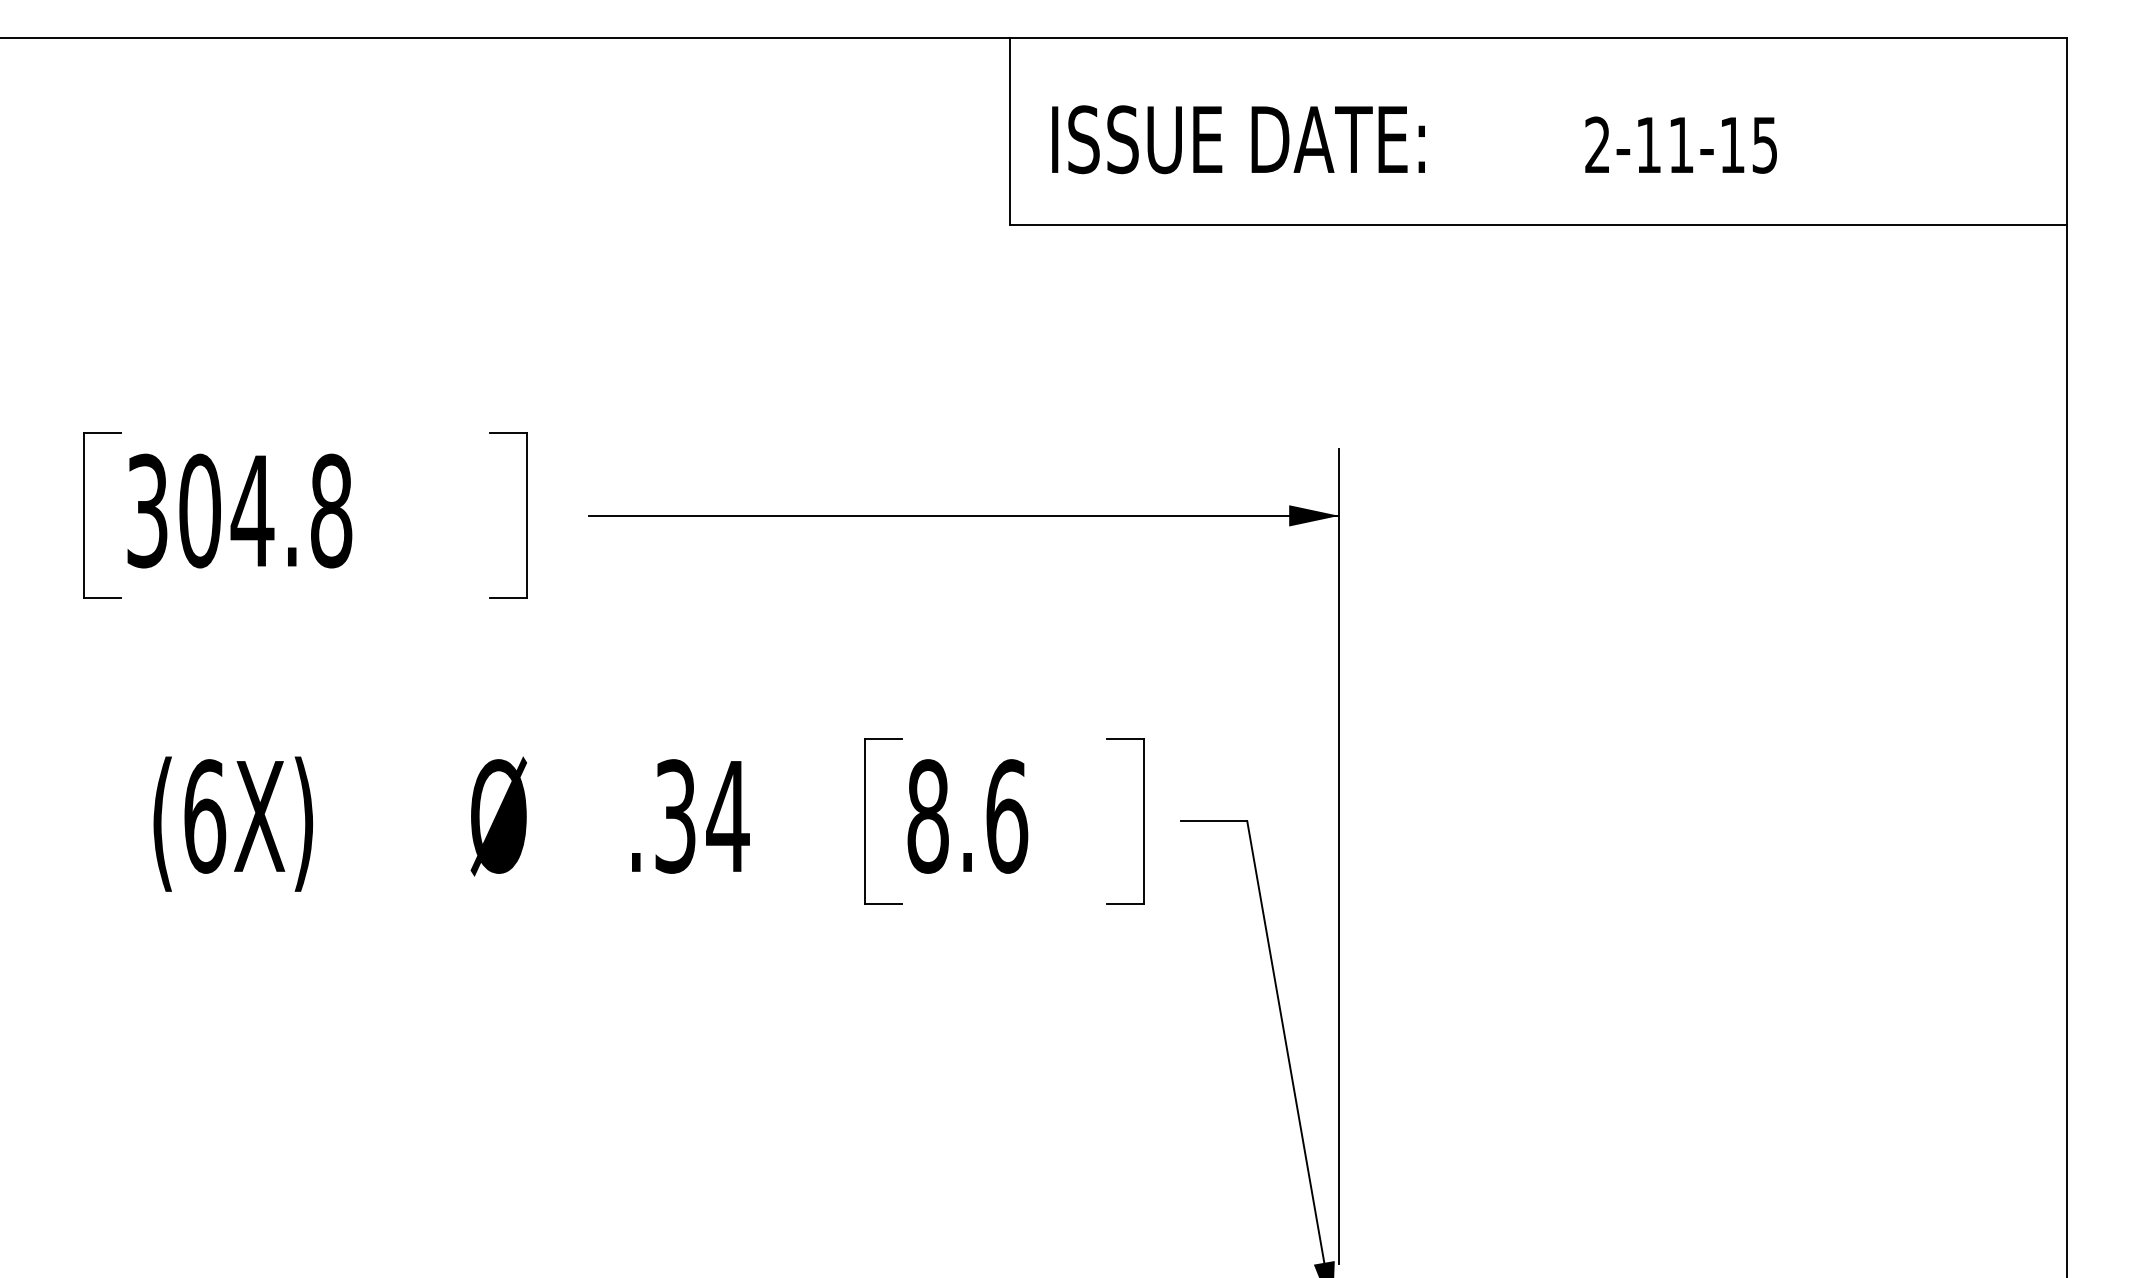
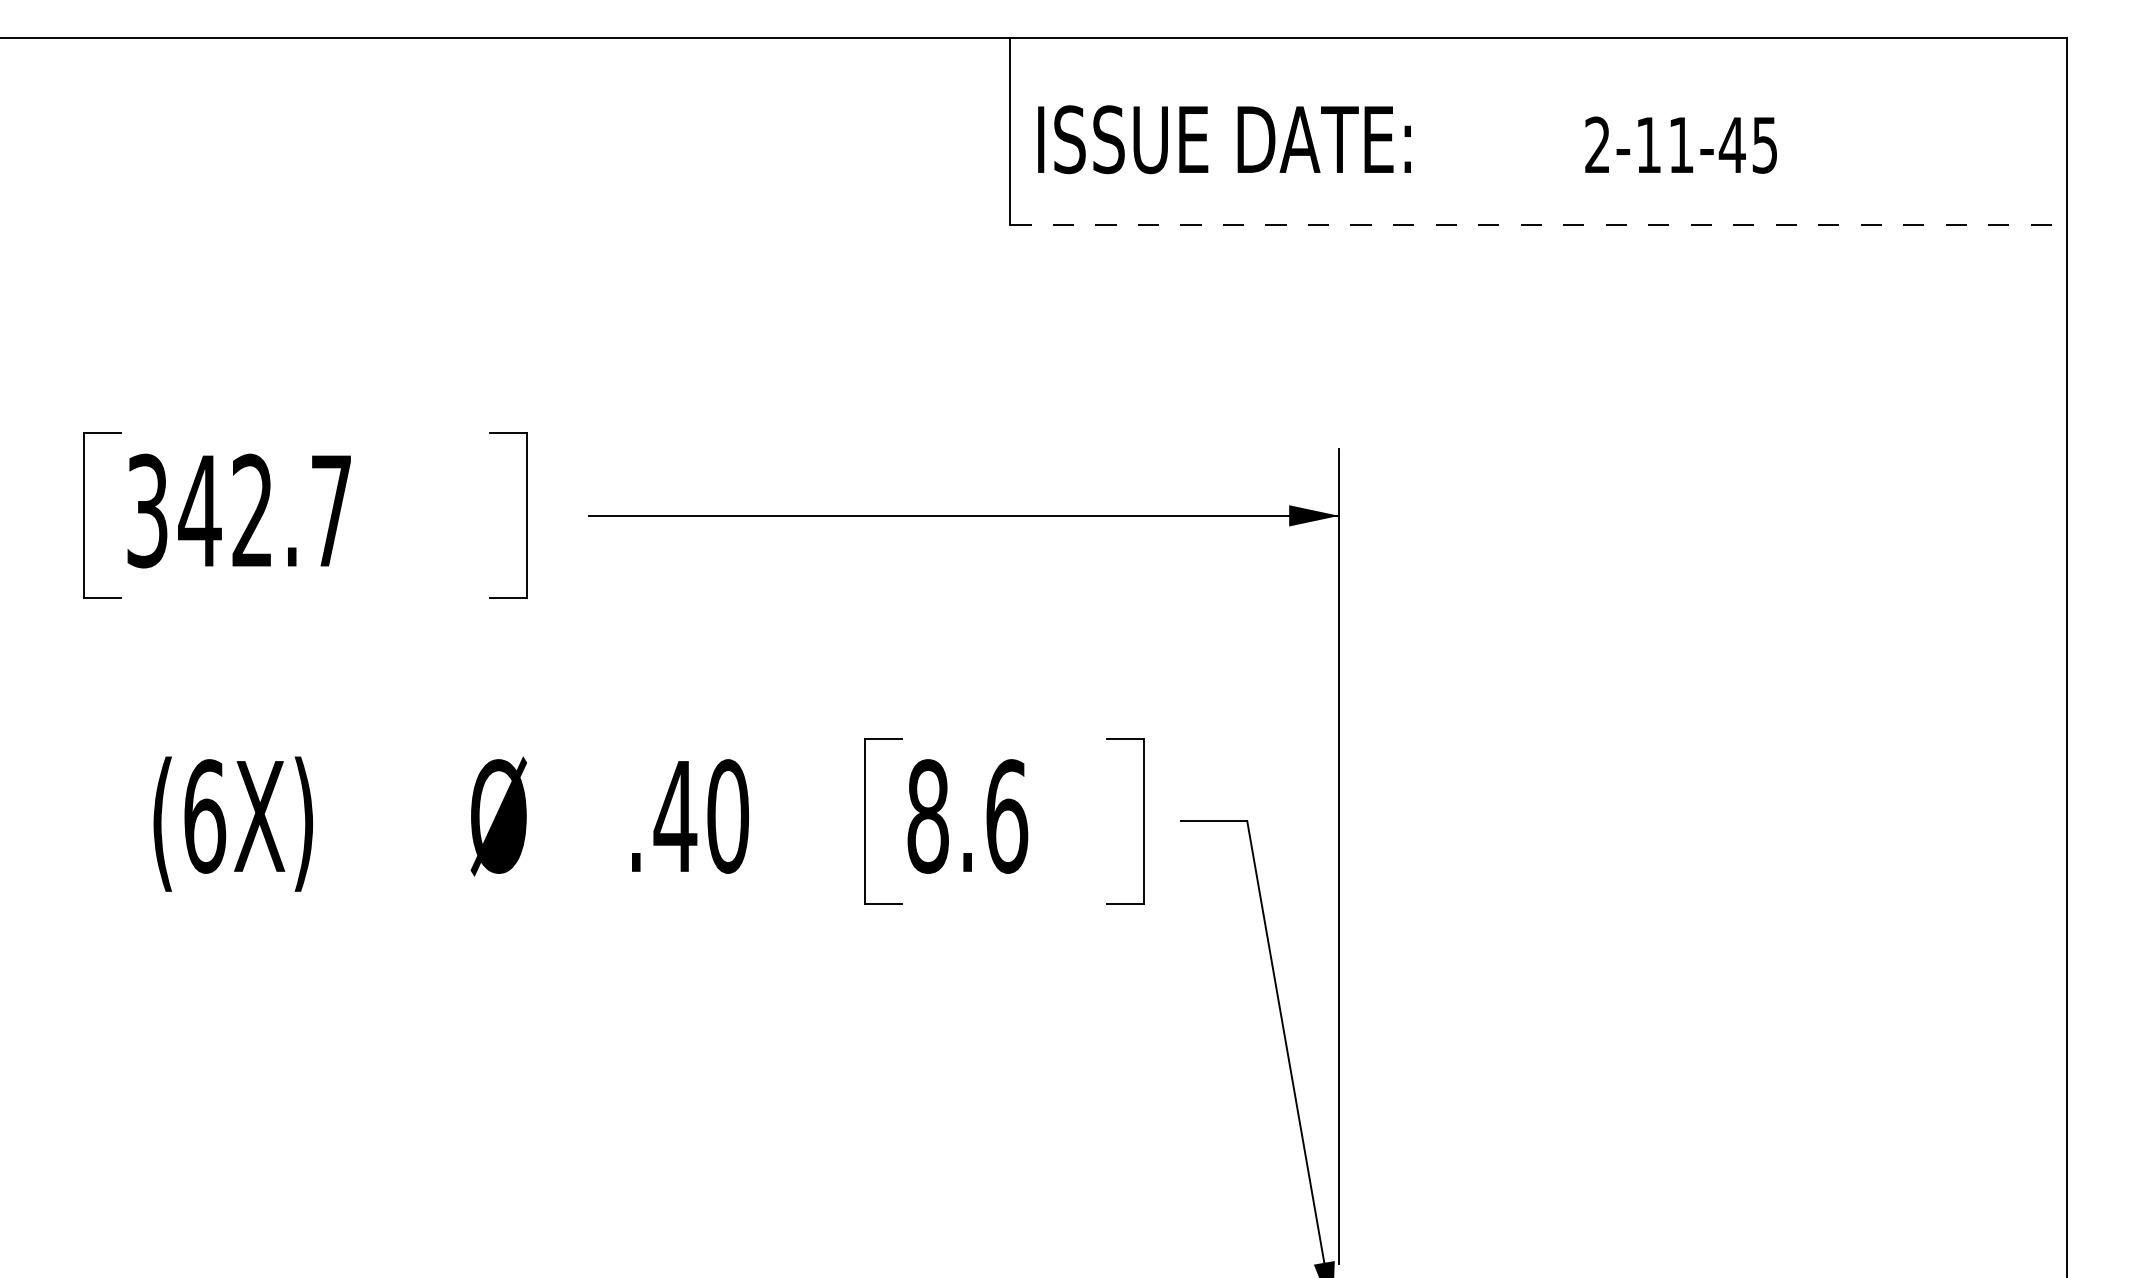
text at (1238, 139) position: (1238, 139) -> (1224, 139)
text at (1731, 144): 2-11-15 -> 2-11-45
line at (1539, 225): solid -> dashed
text at (265, 510): 304.8 -> 342.7
text at (701, 816): .34 -> .40
